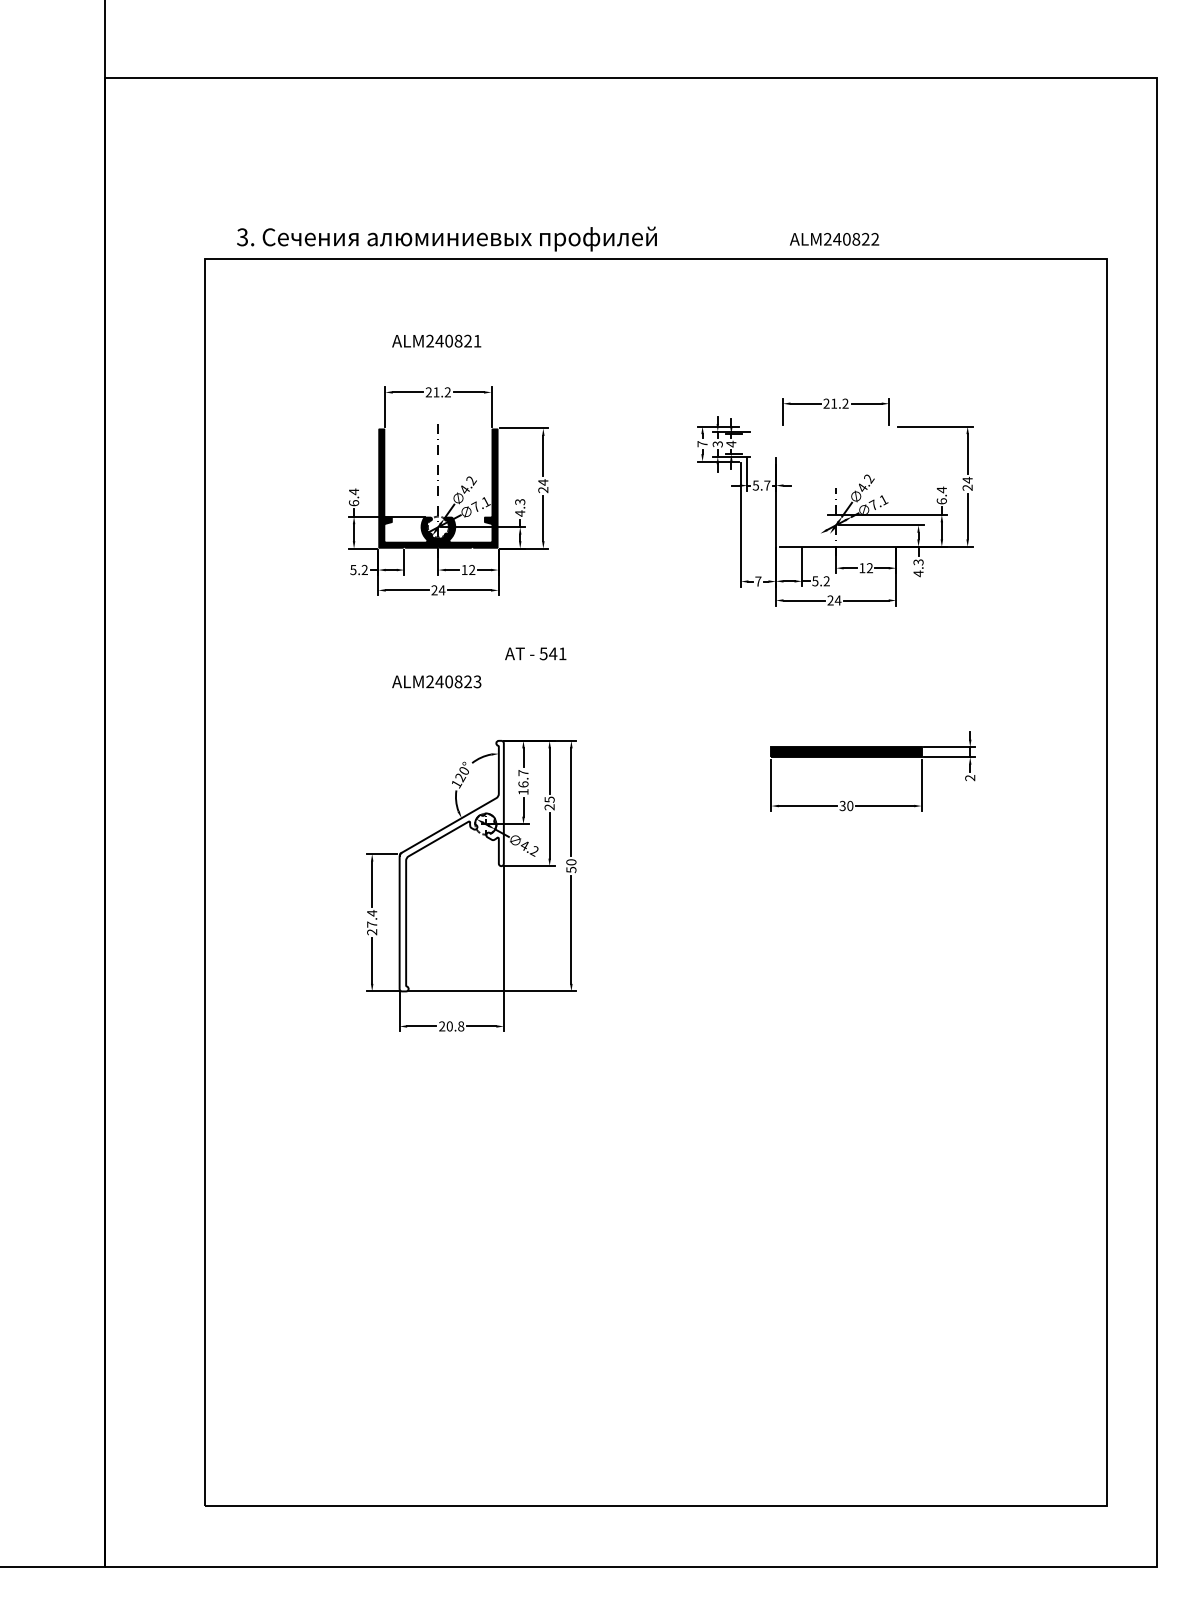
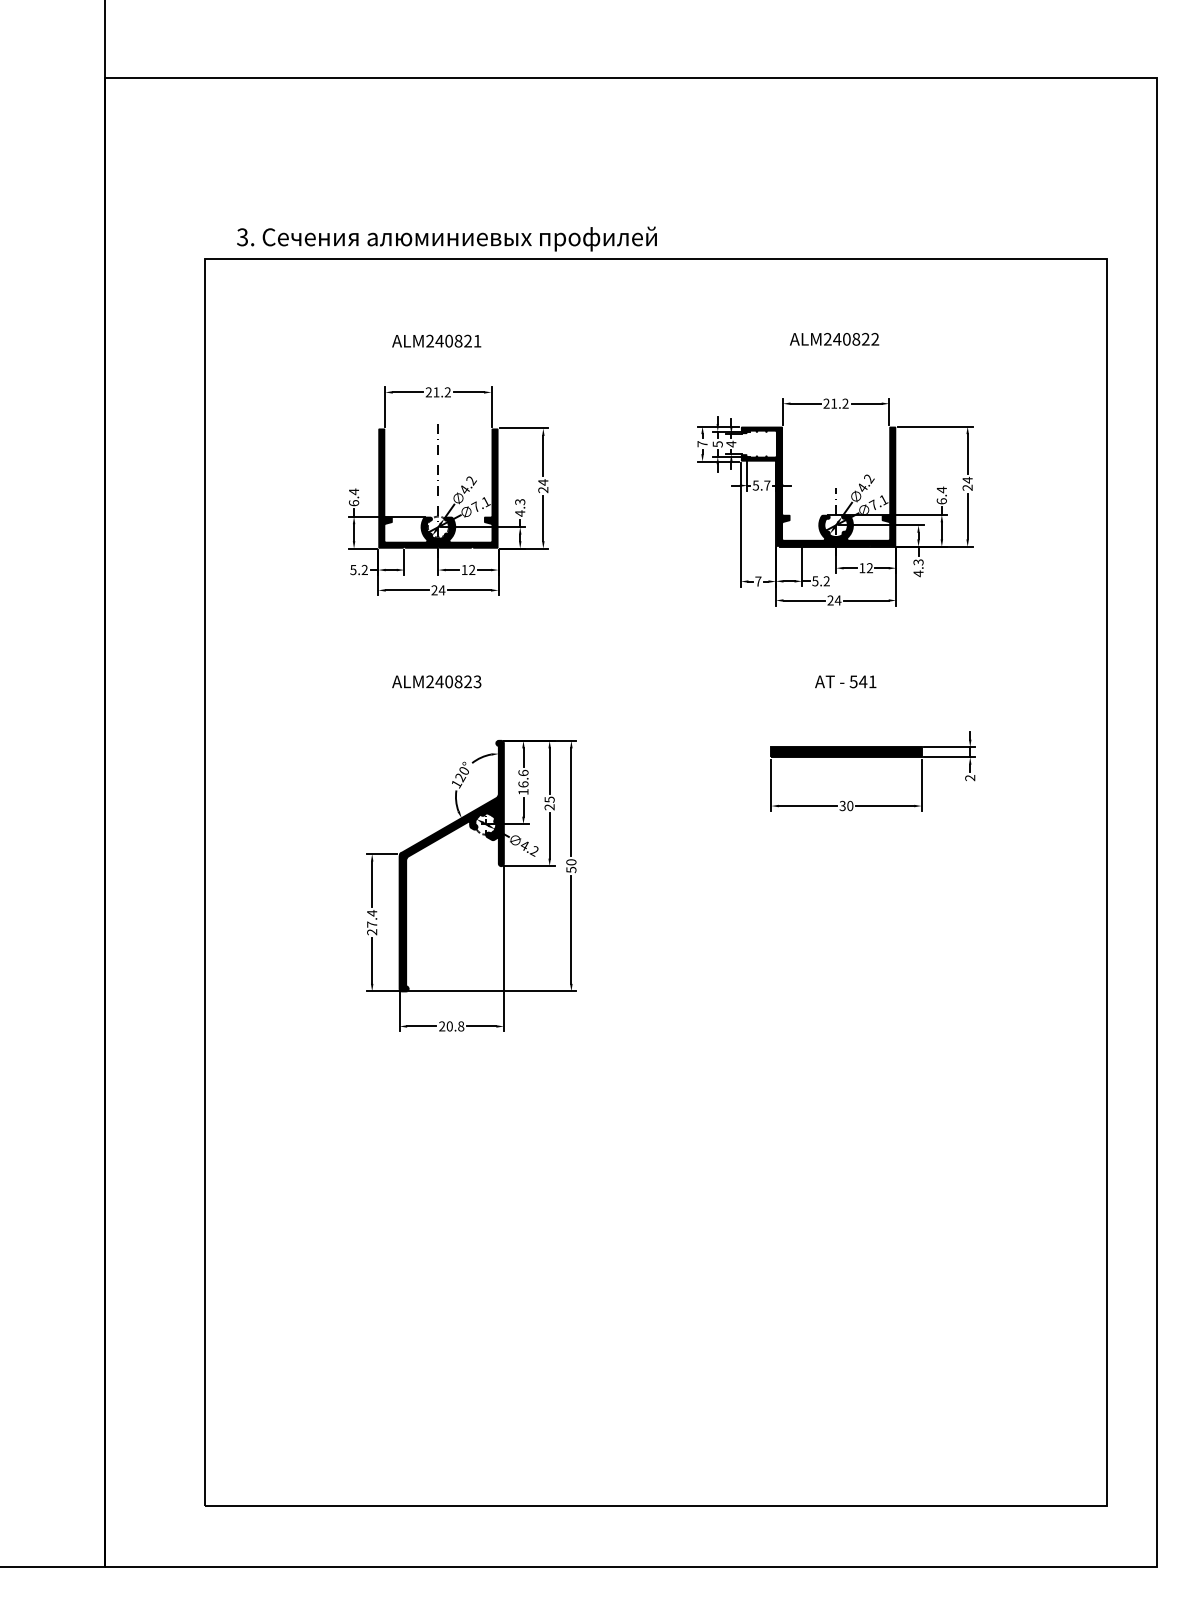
text at (834, 239) position: (834, 239) -> (834, 339)
text at (717, 443): 3 -> 5
fill at (818, 486): none -> present
text at (535, 653) position: (535, 653) -> (845, 681)
text at (523, 772): 16.7 -> 16.6
fill at (451, 865): none -> present
